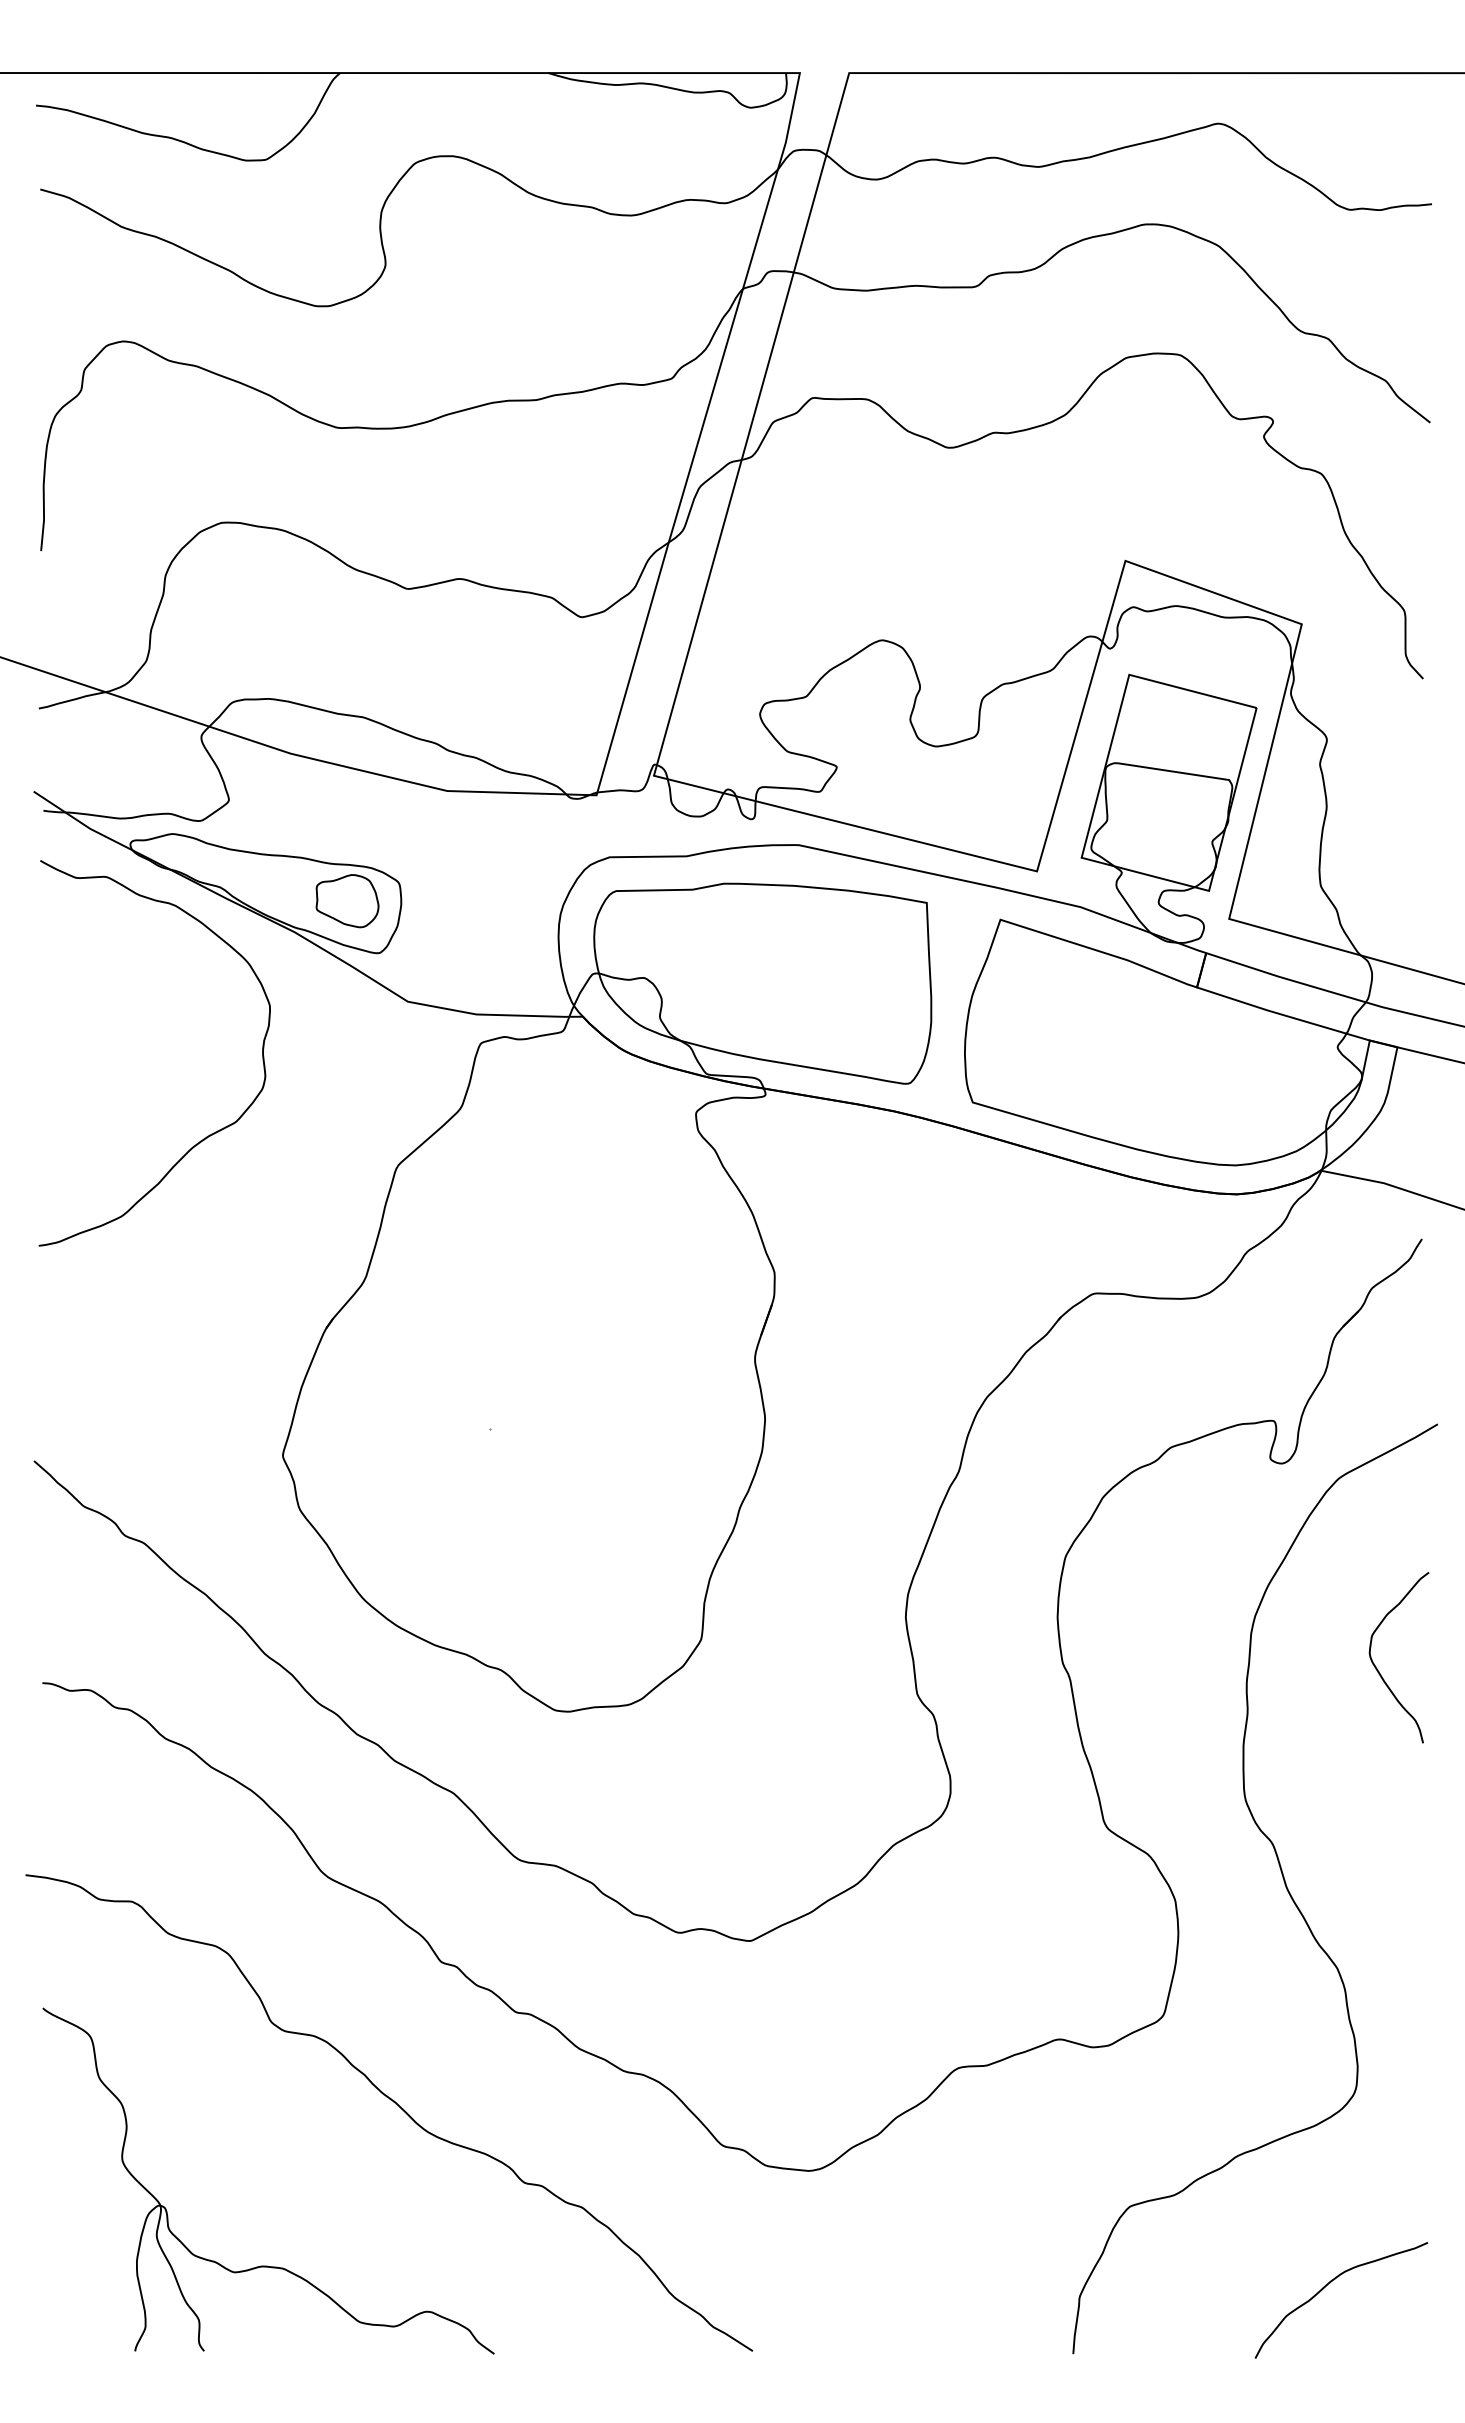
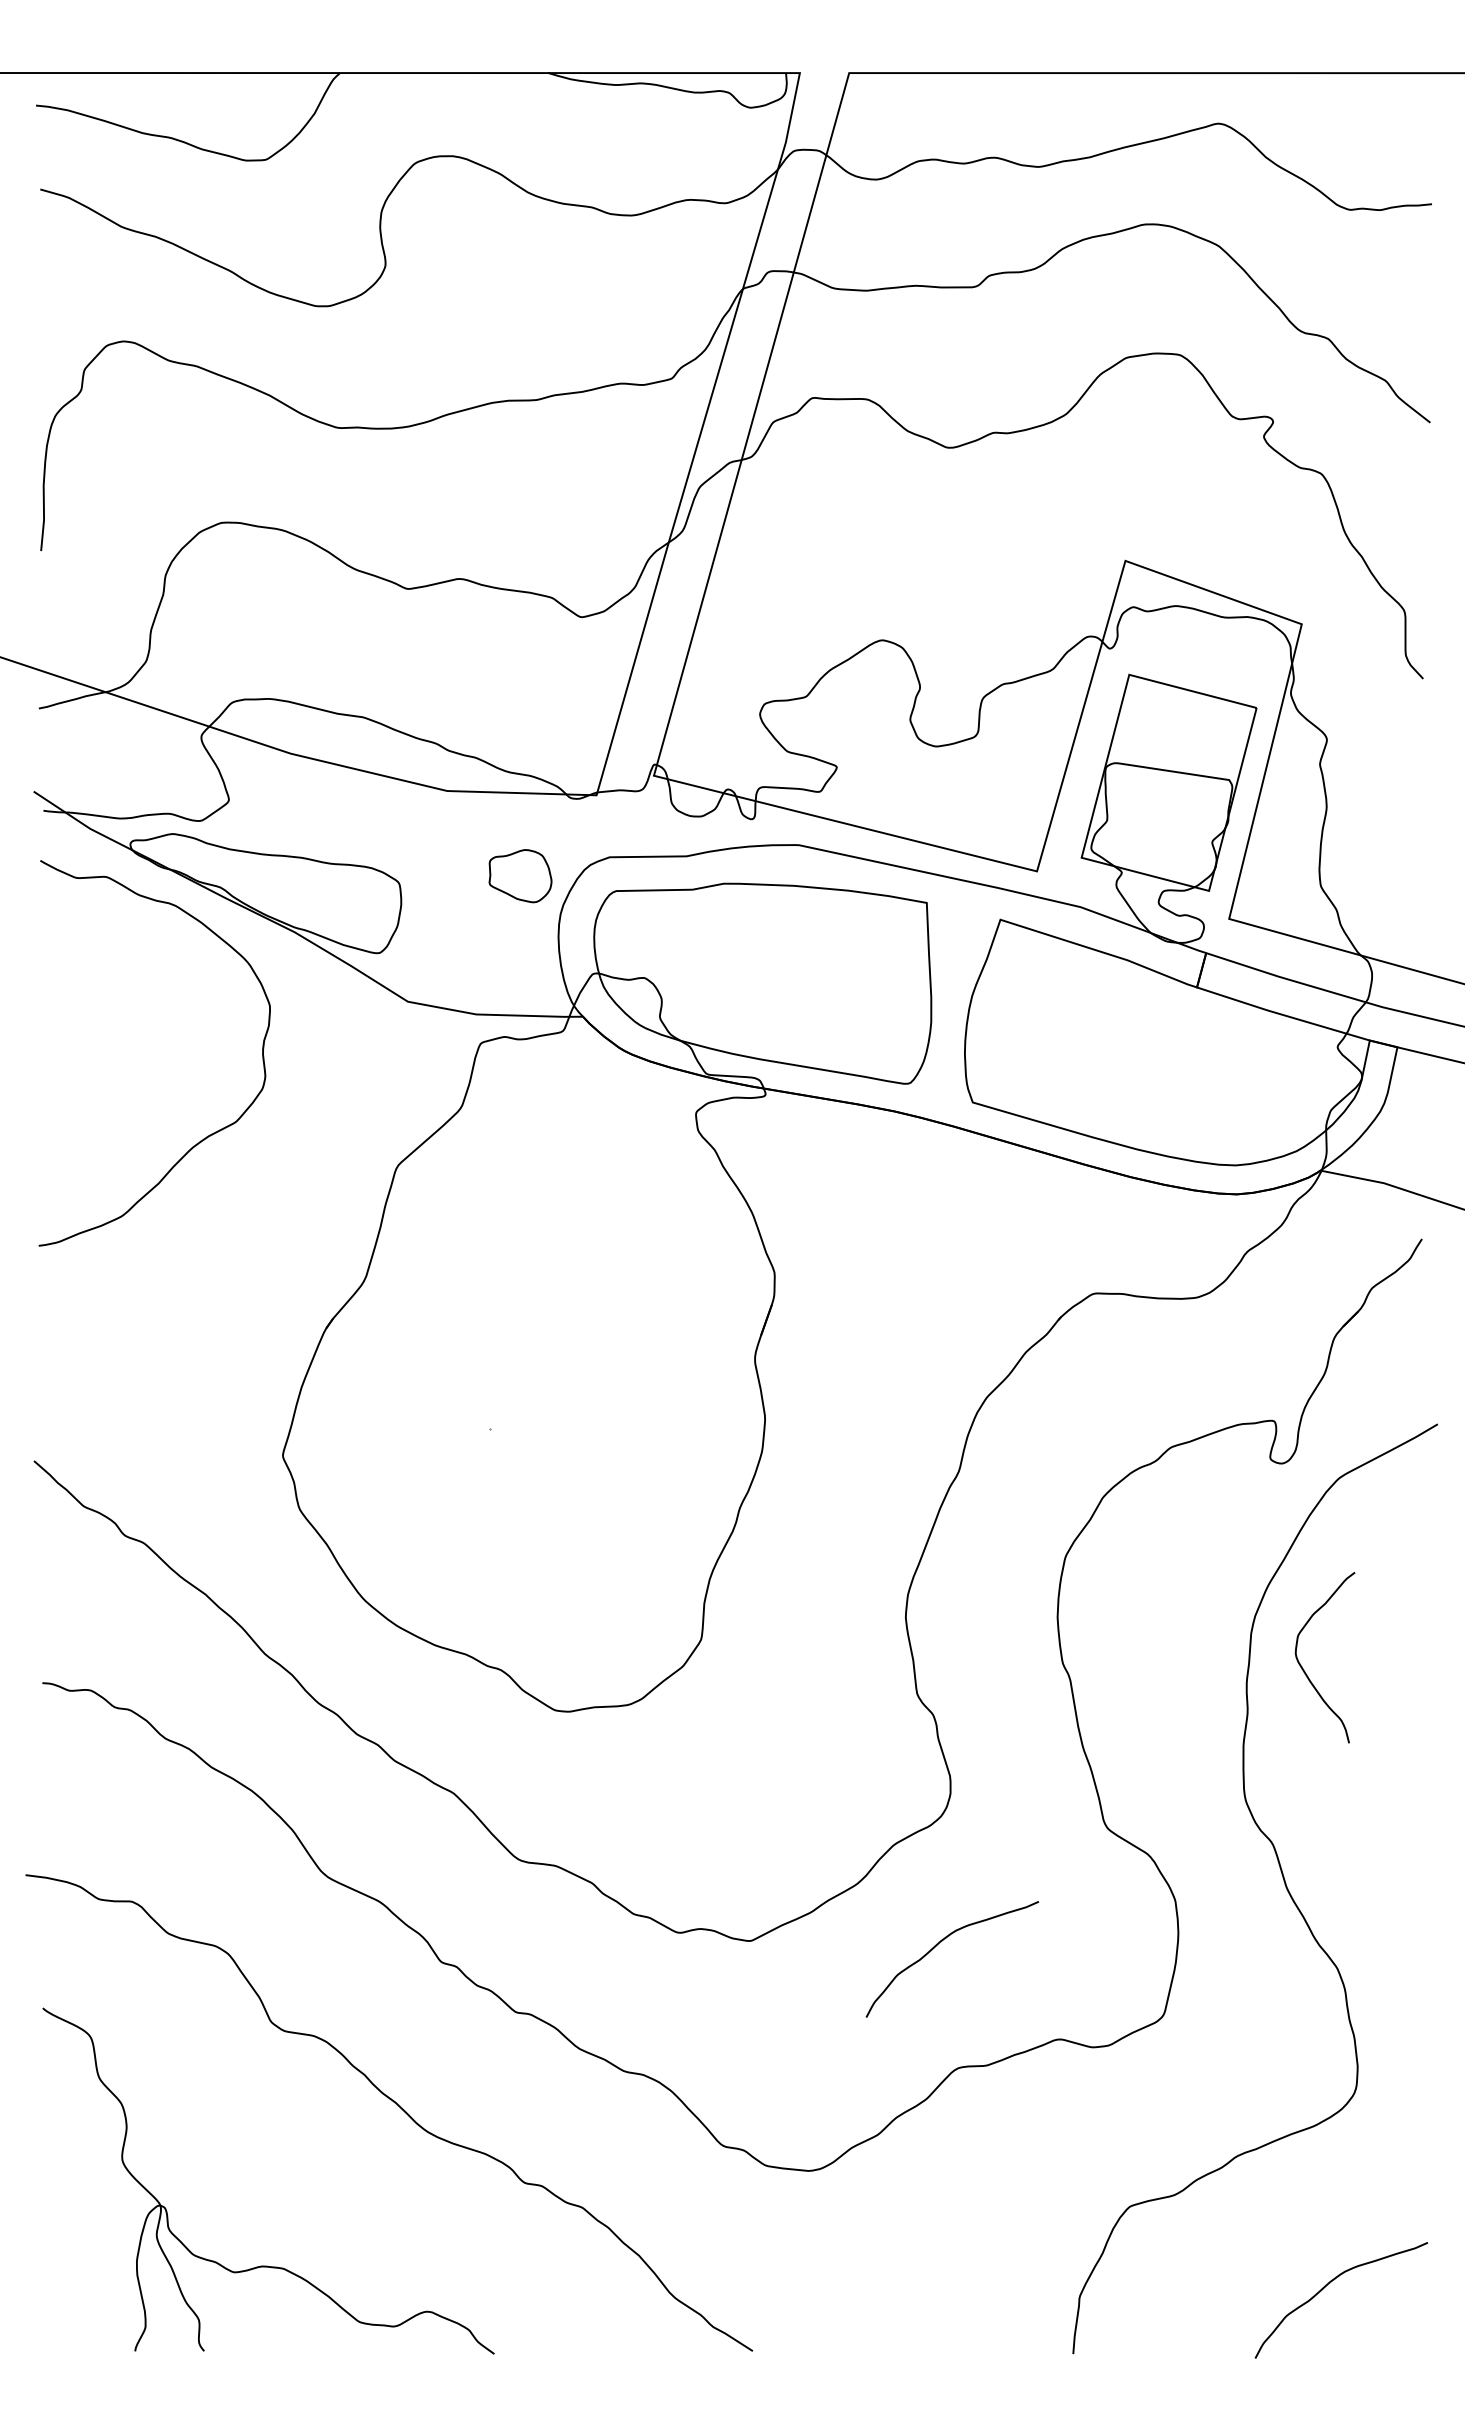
part at (347, 901) position: (347, 901) -> (520, 876)
curve at (1379, 1671) position: (1379, 1671) -> (1305, 1671)
curve at (941, 1942): none -> present
